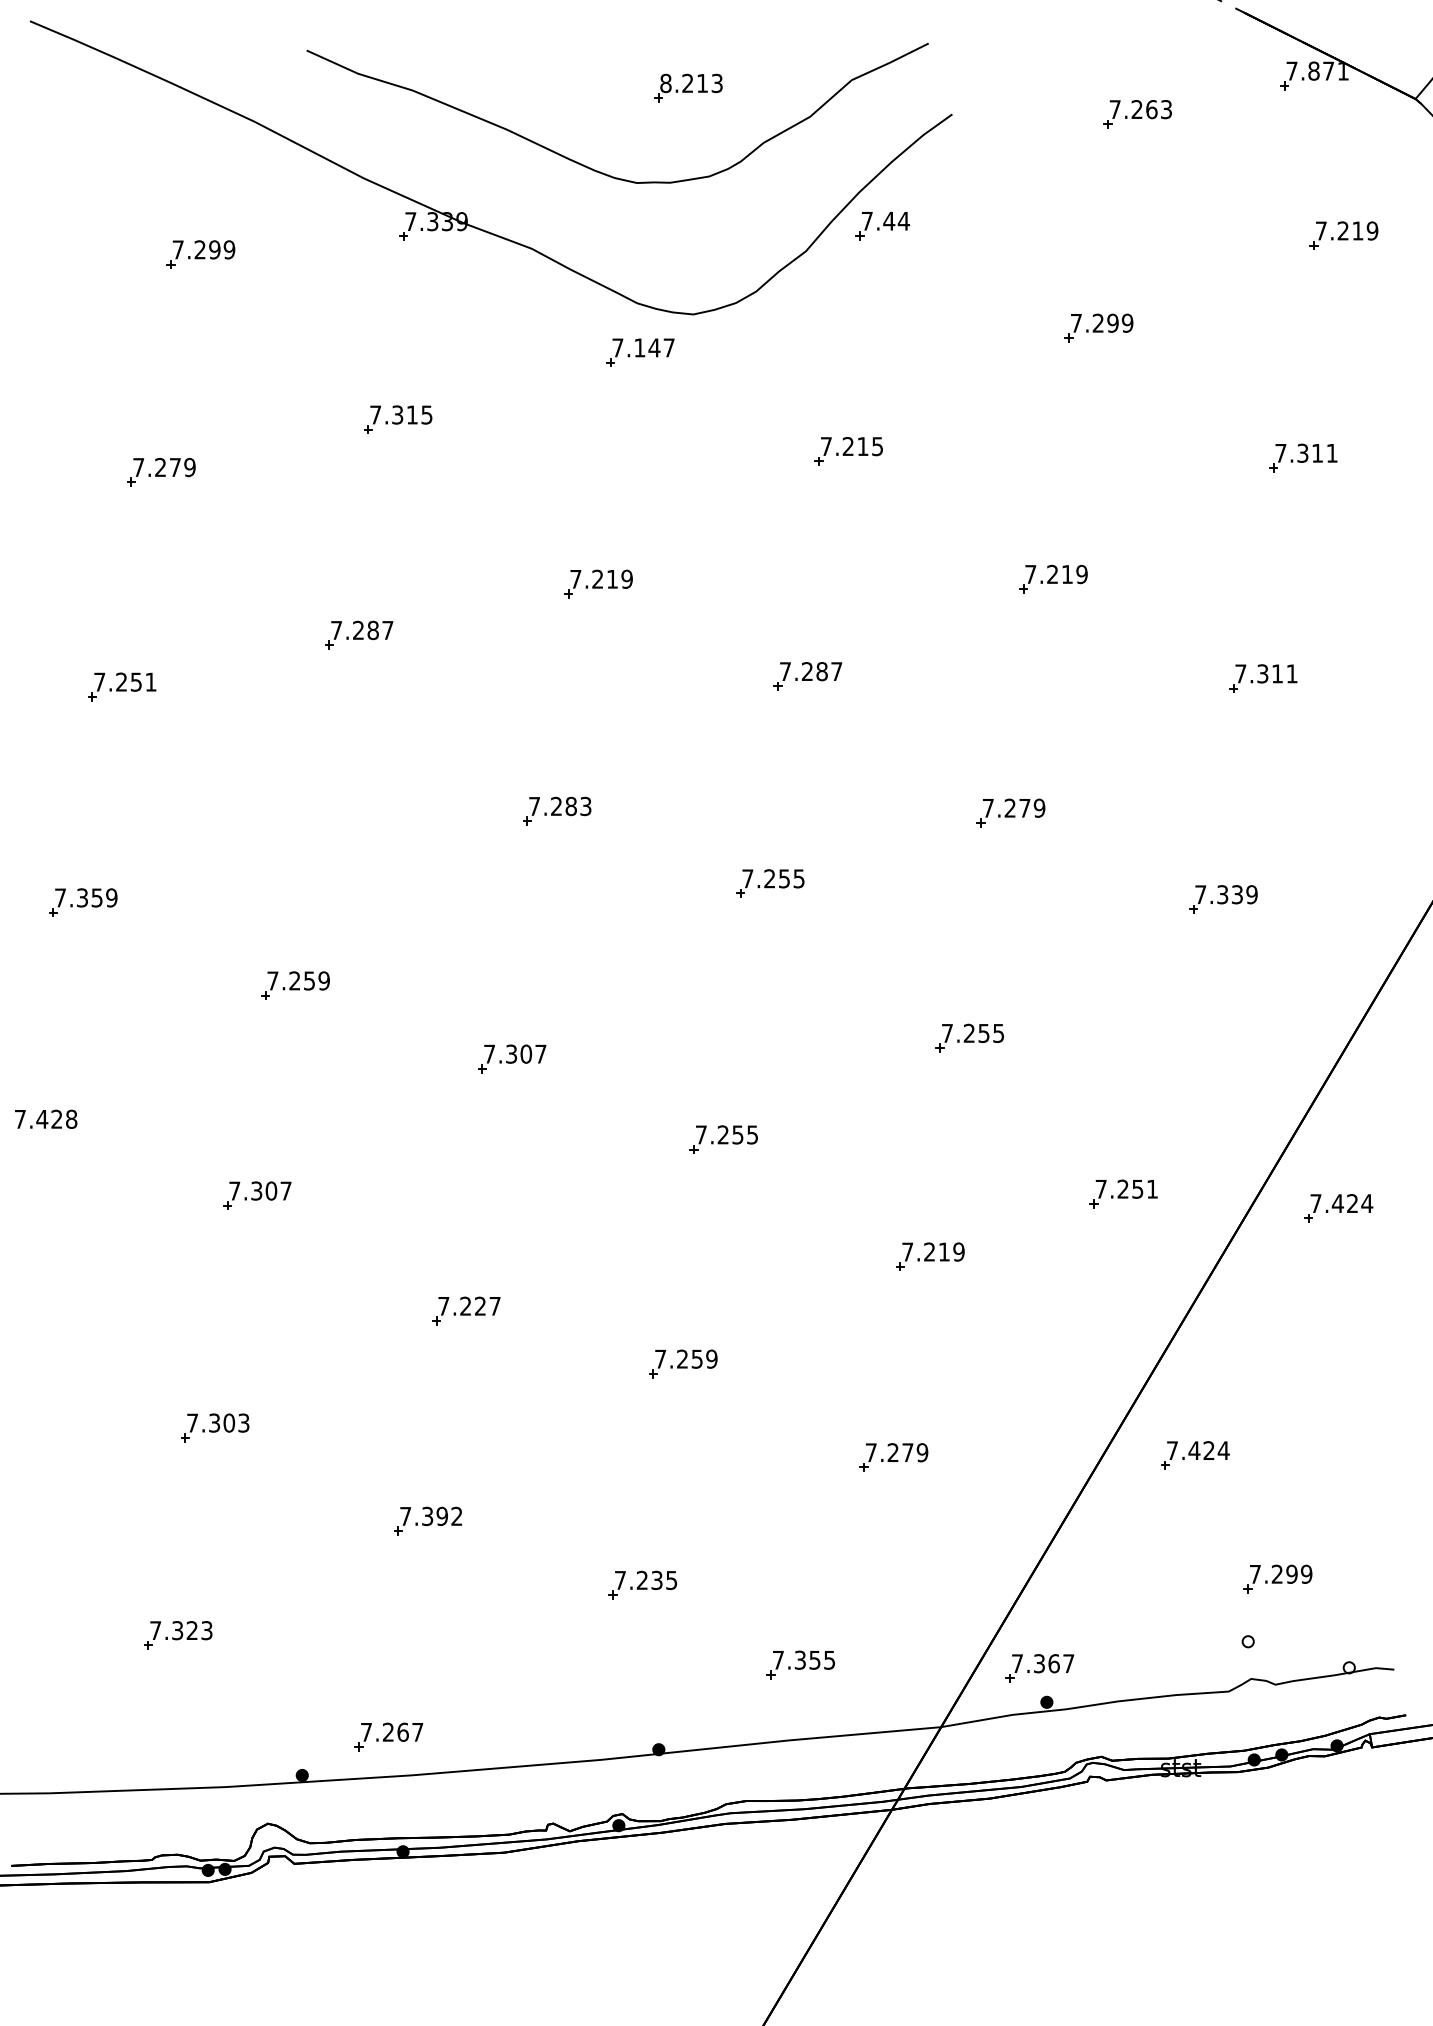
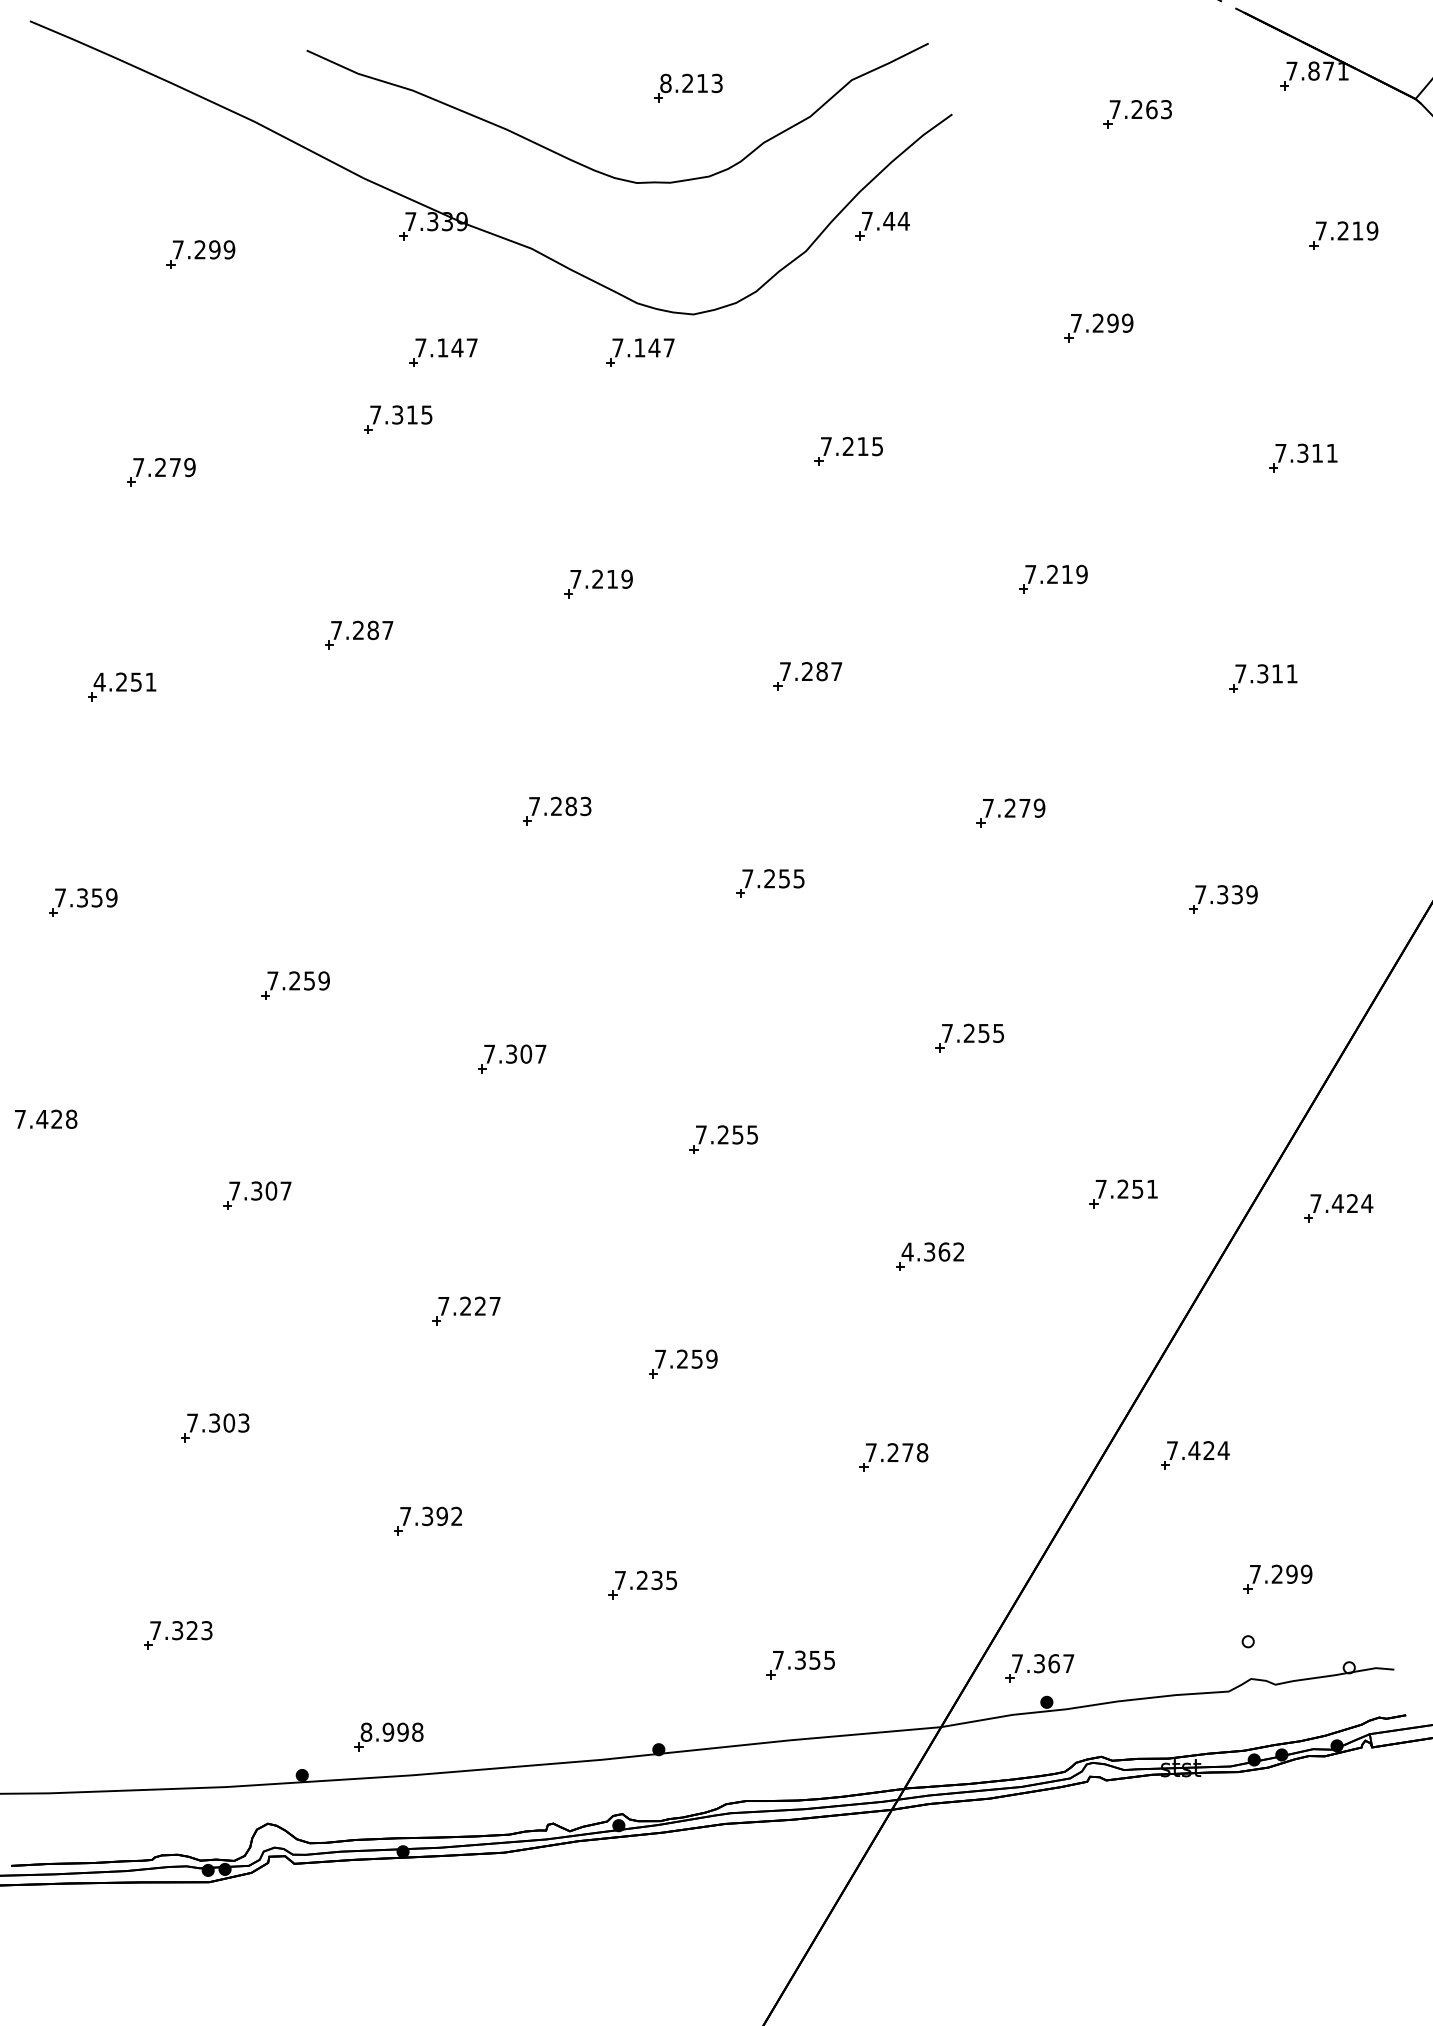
part at (443, 352): none -> present
text at (99, 681): 7.251 -> 4.251
text at (932, 1251): 7.219 -> 4.362
text at (922, 1452): 7.279 -> 7.278
text at (391, 1731): 7.267 -> 8.998
